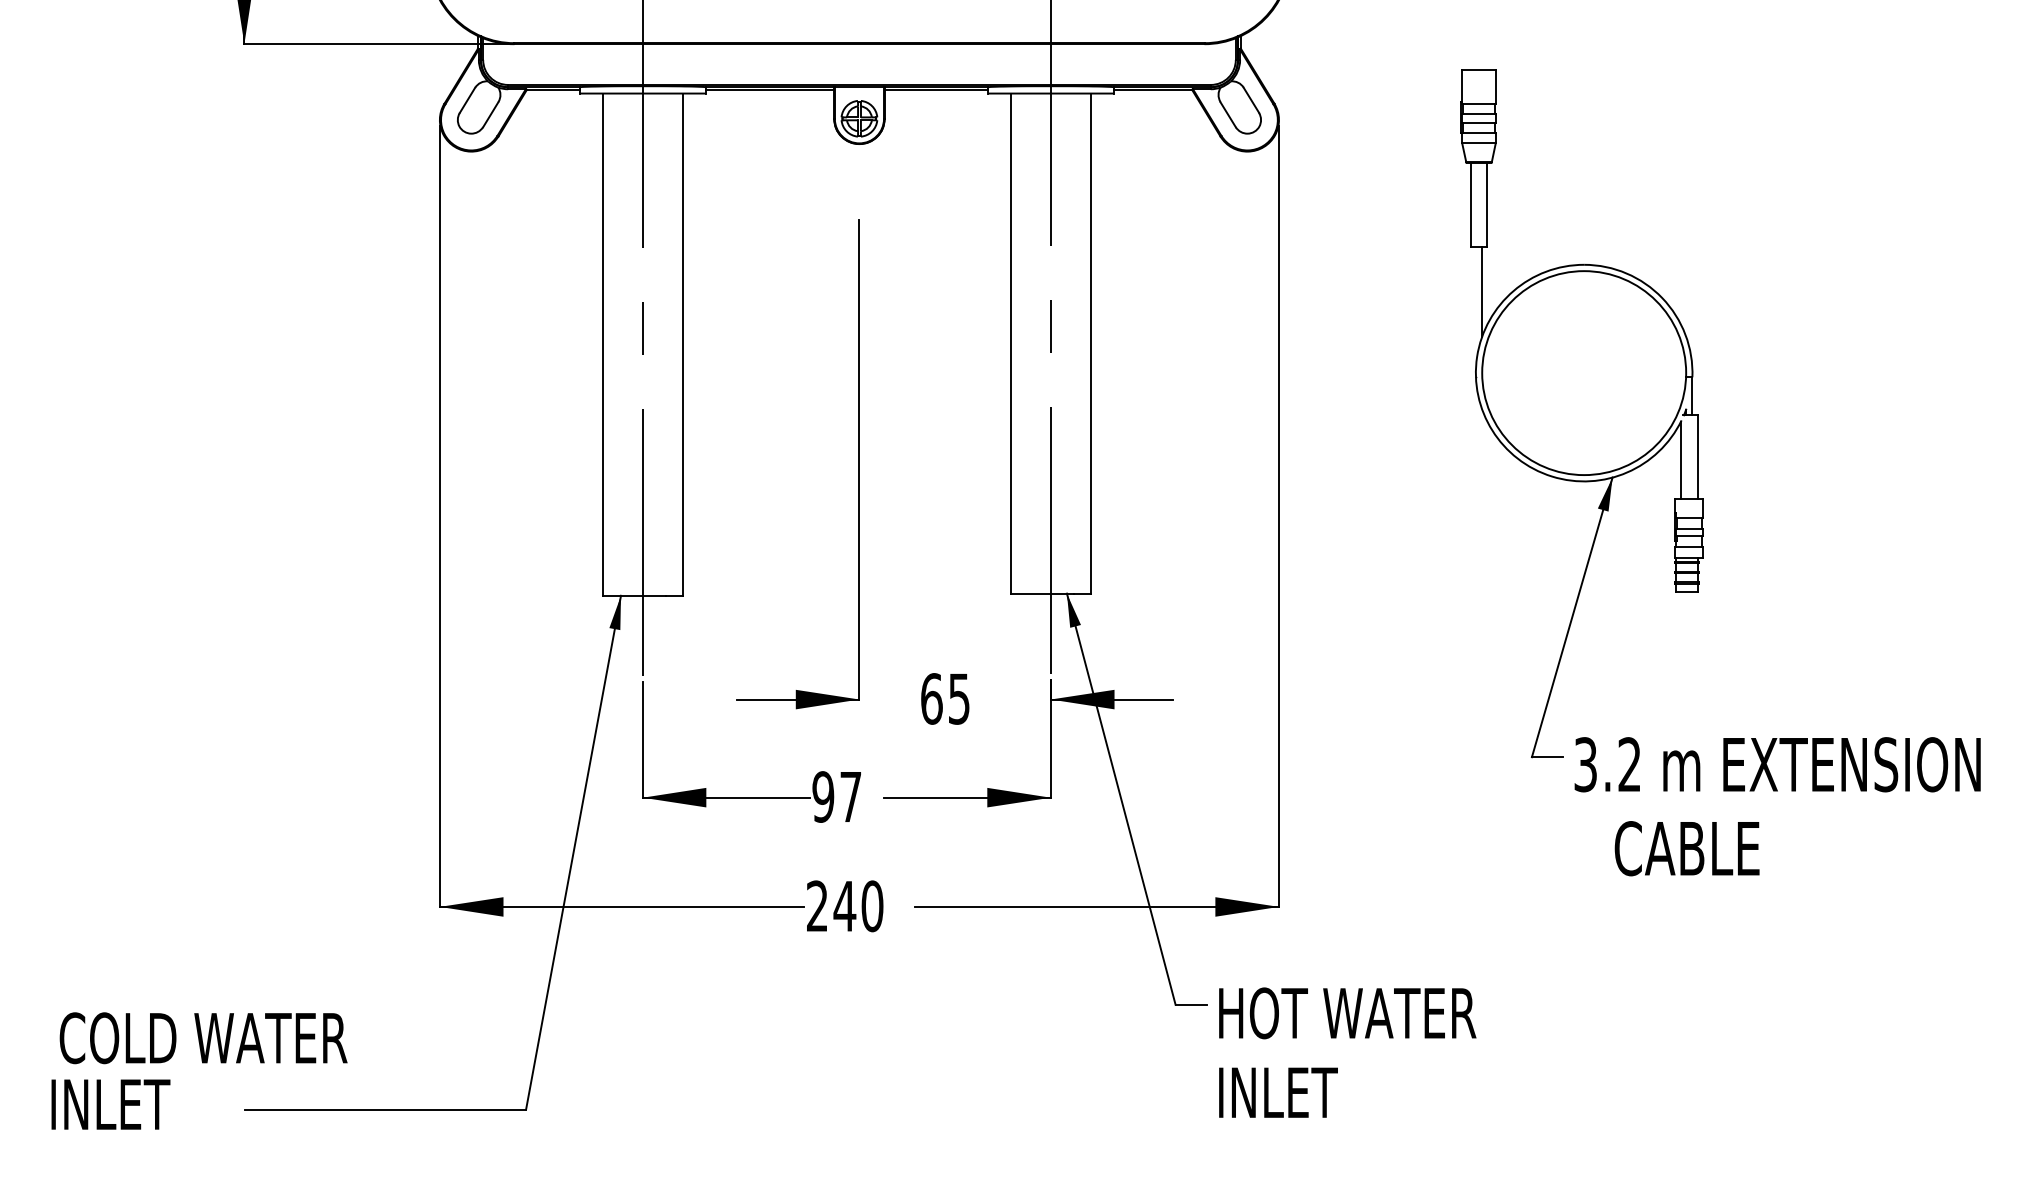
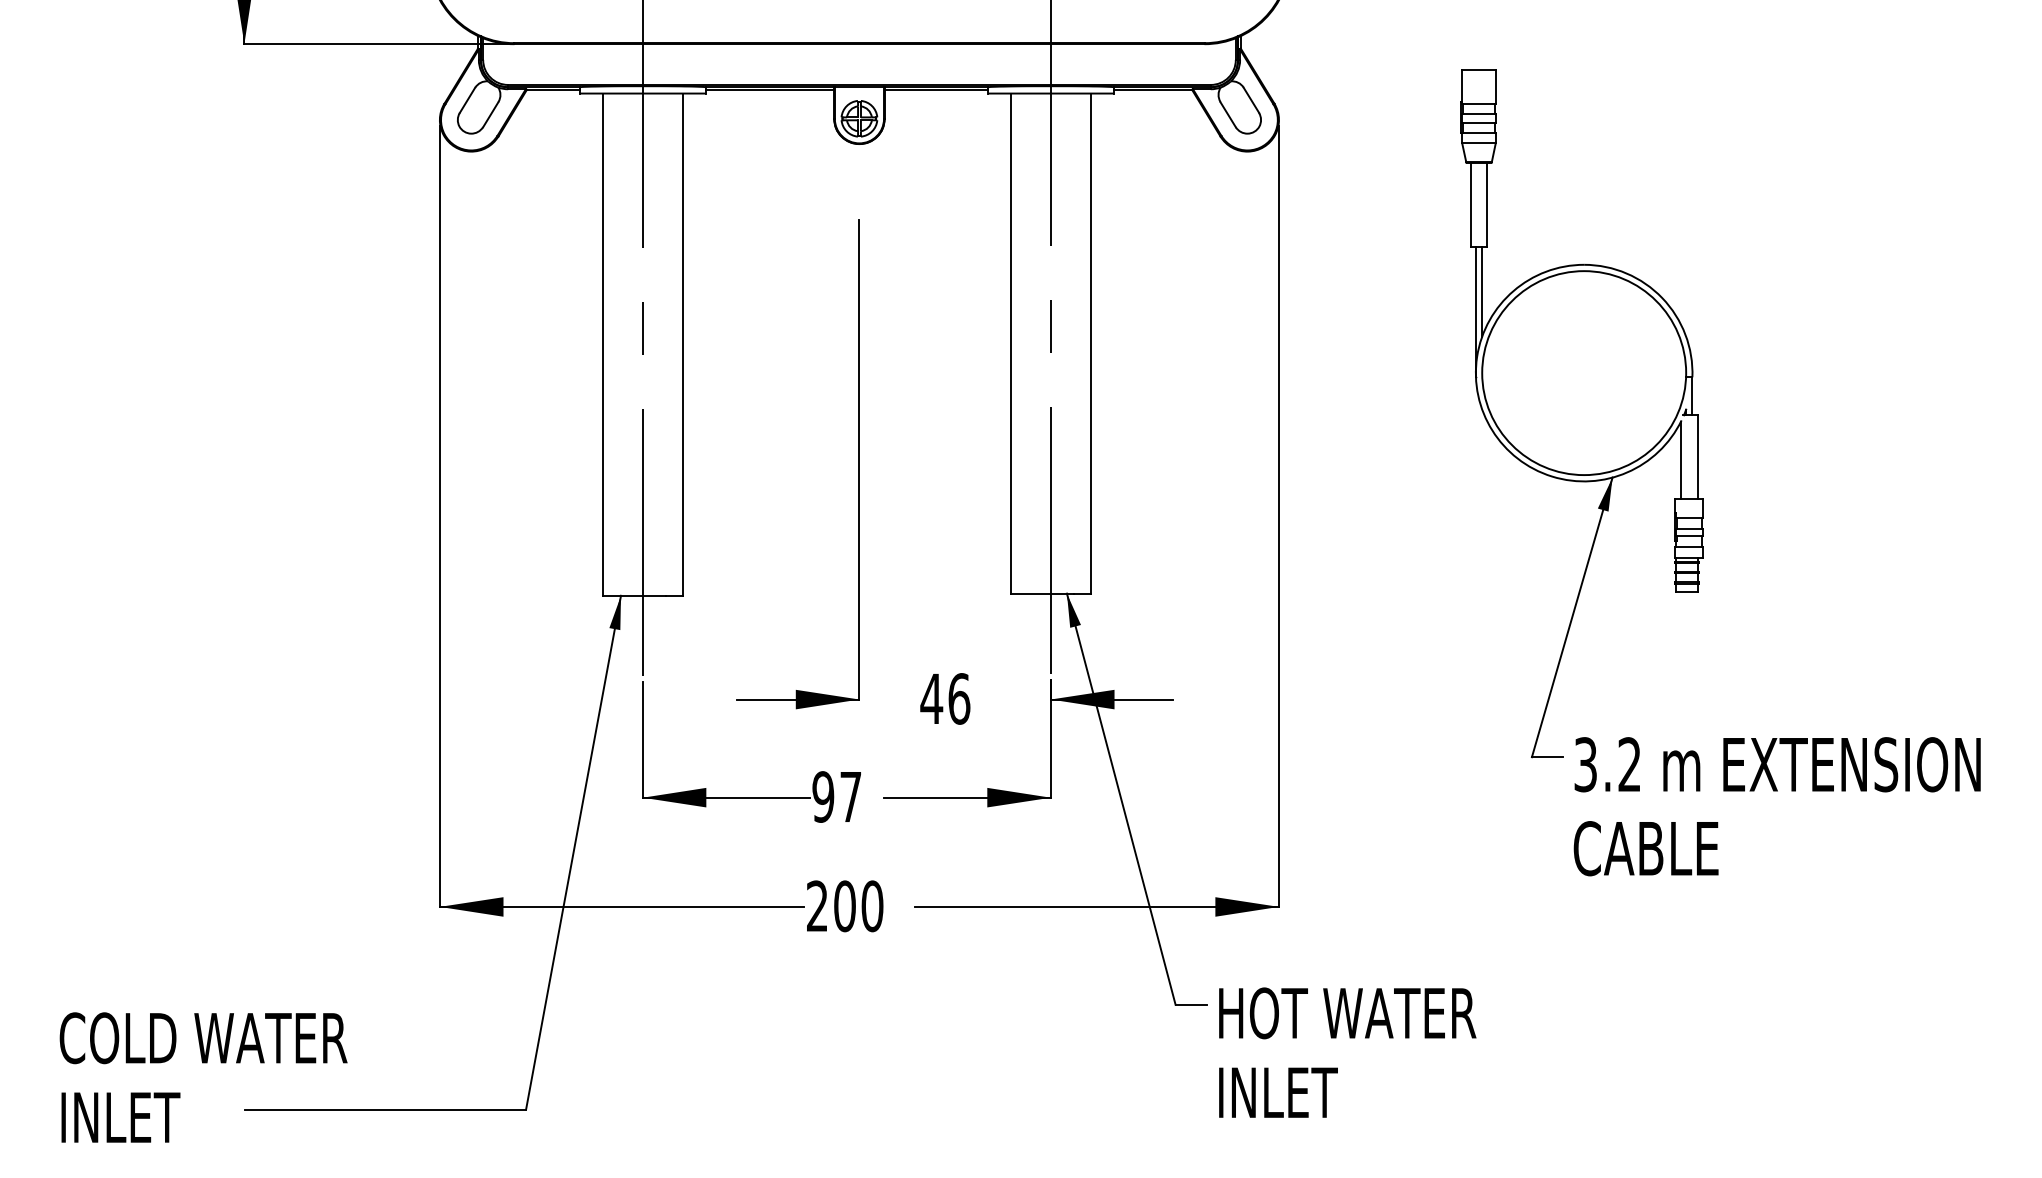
line at (1475, 311): none -> present
text at (945, 698): 65 -> 46
text at (1686, 848) position: (1686, 848) -> (1645, 848)
text at (844, 906): 240 -> 200
text at (110, 1104) position: (110, 1104) -> (120, 1117)
